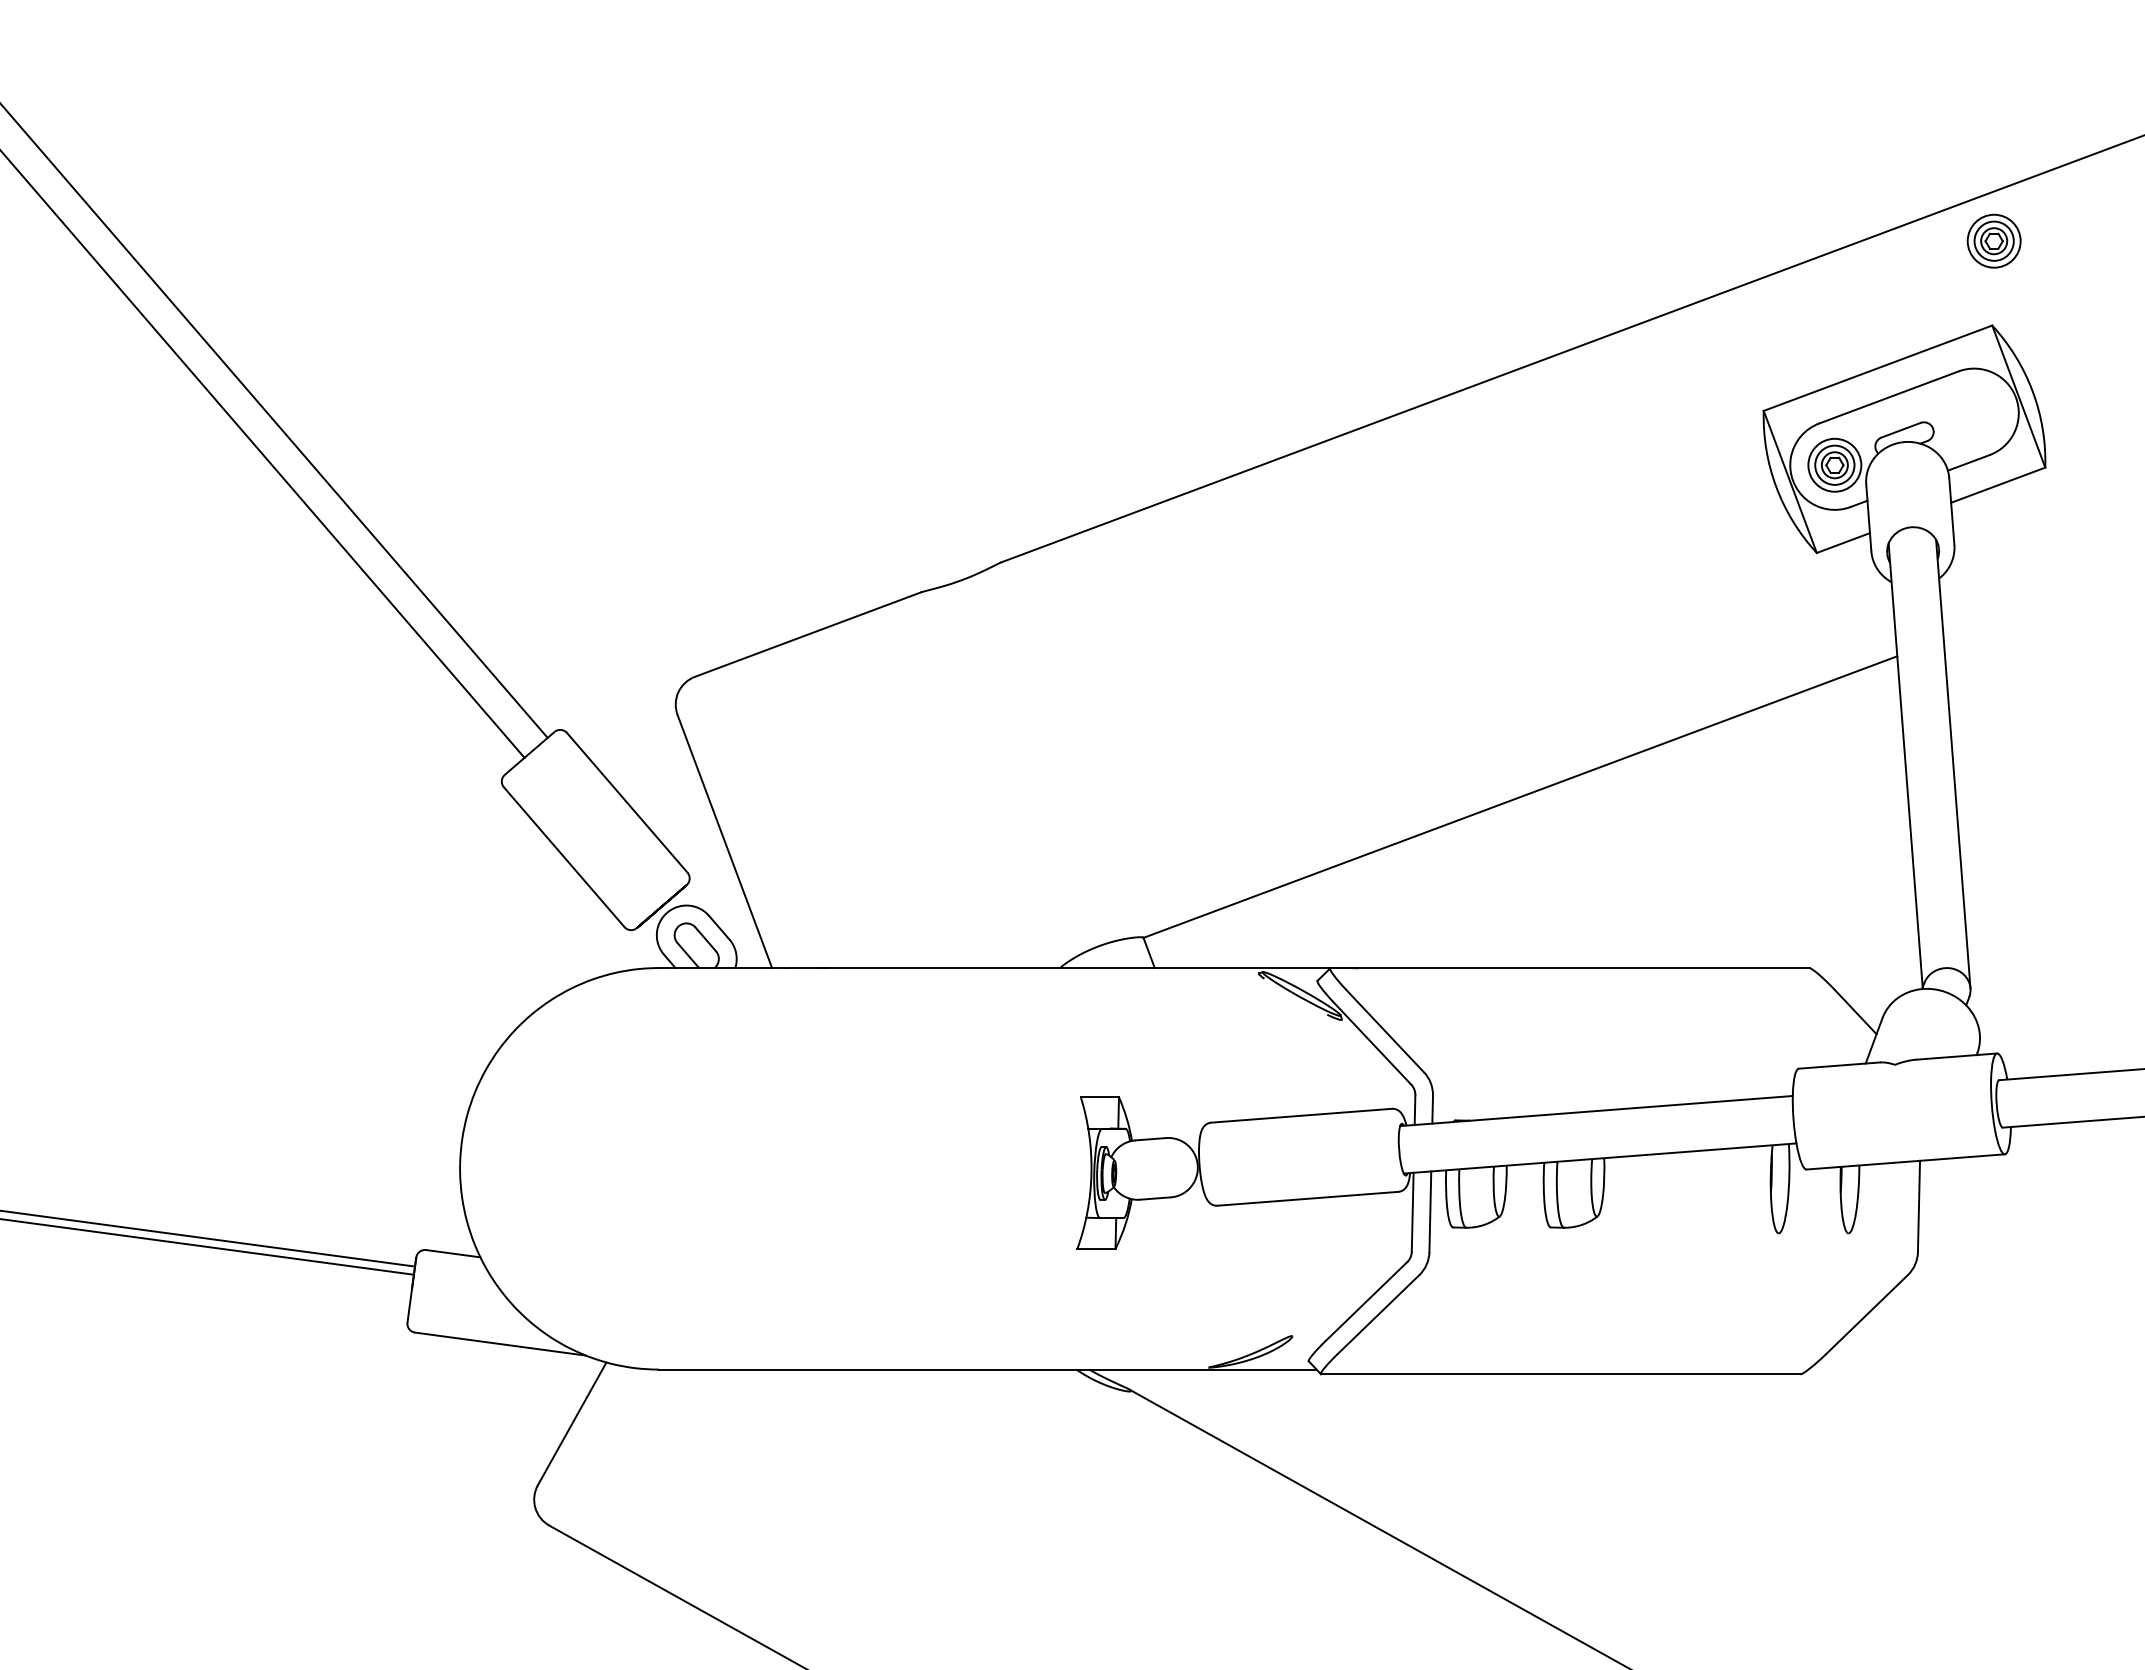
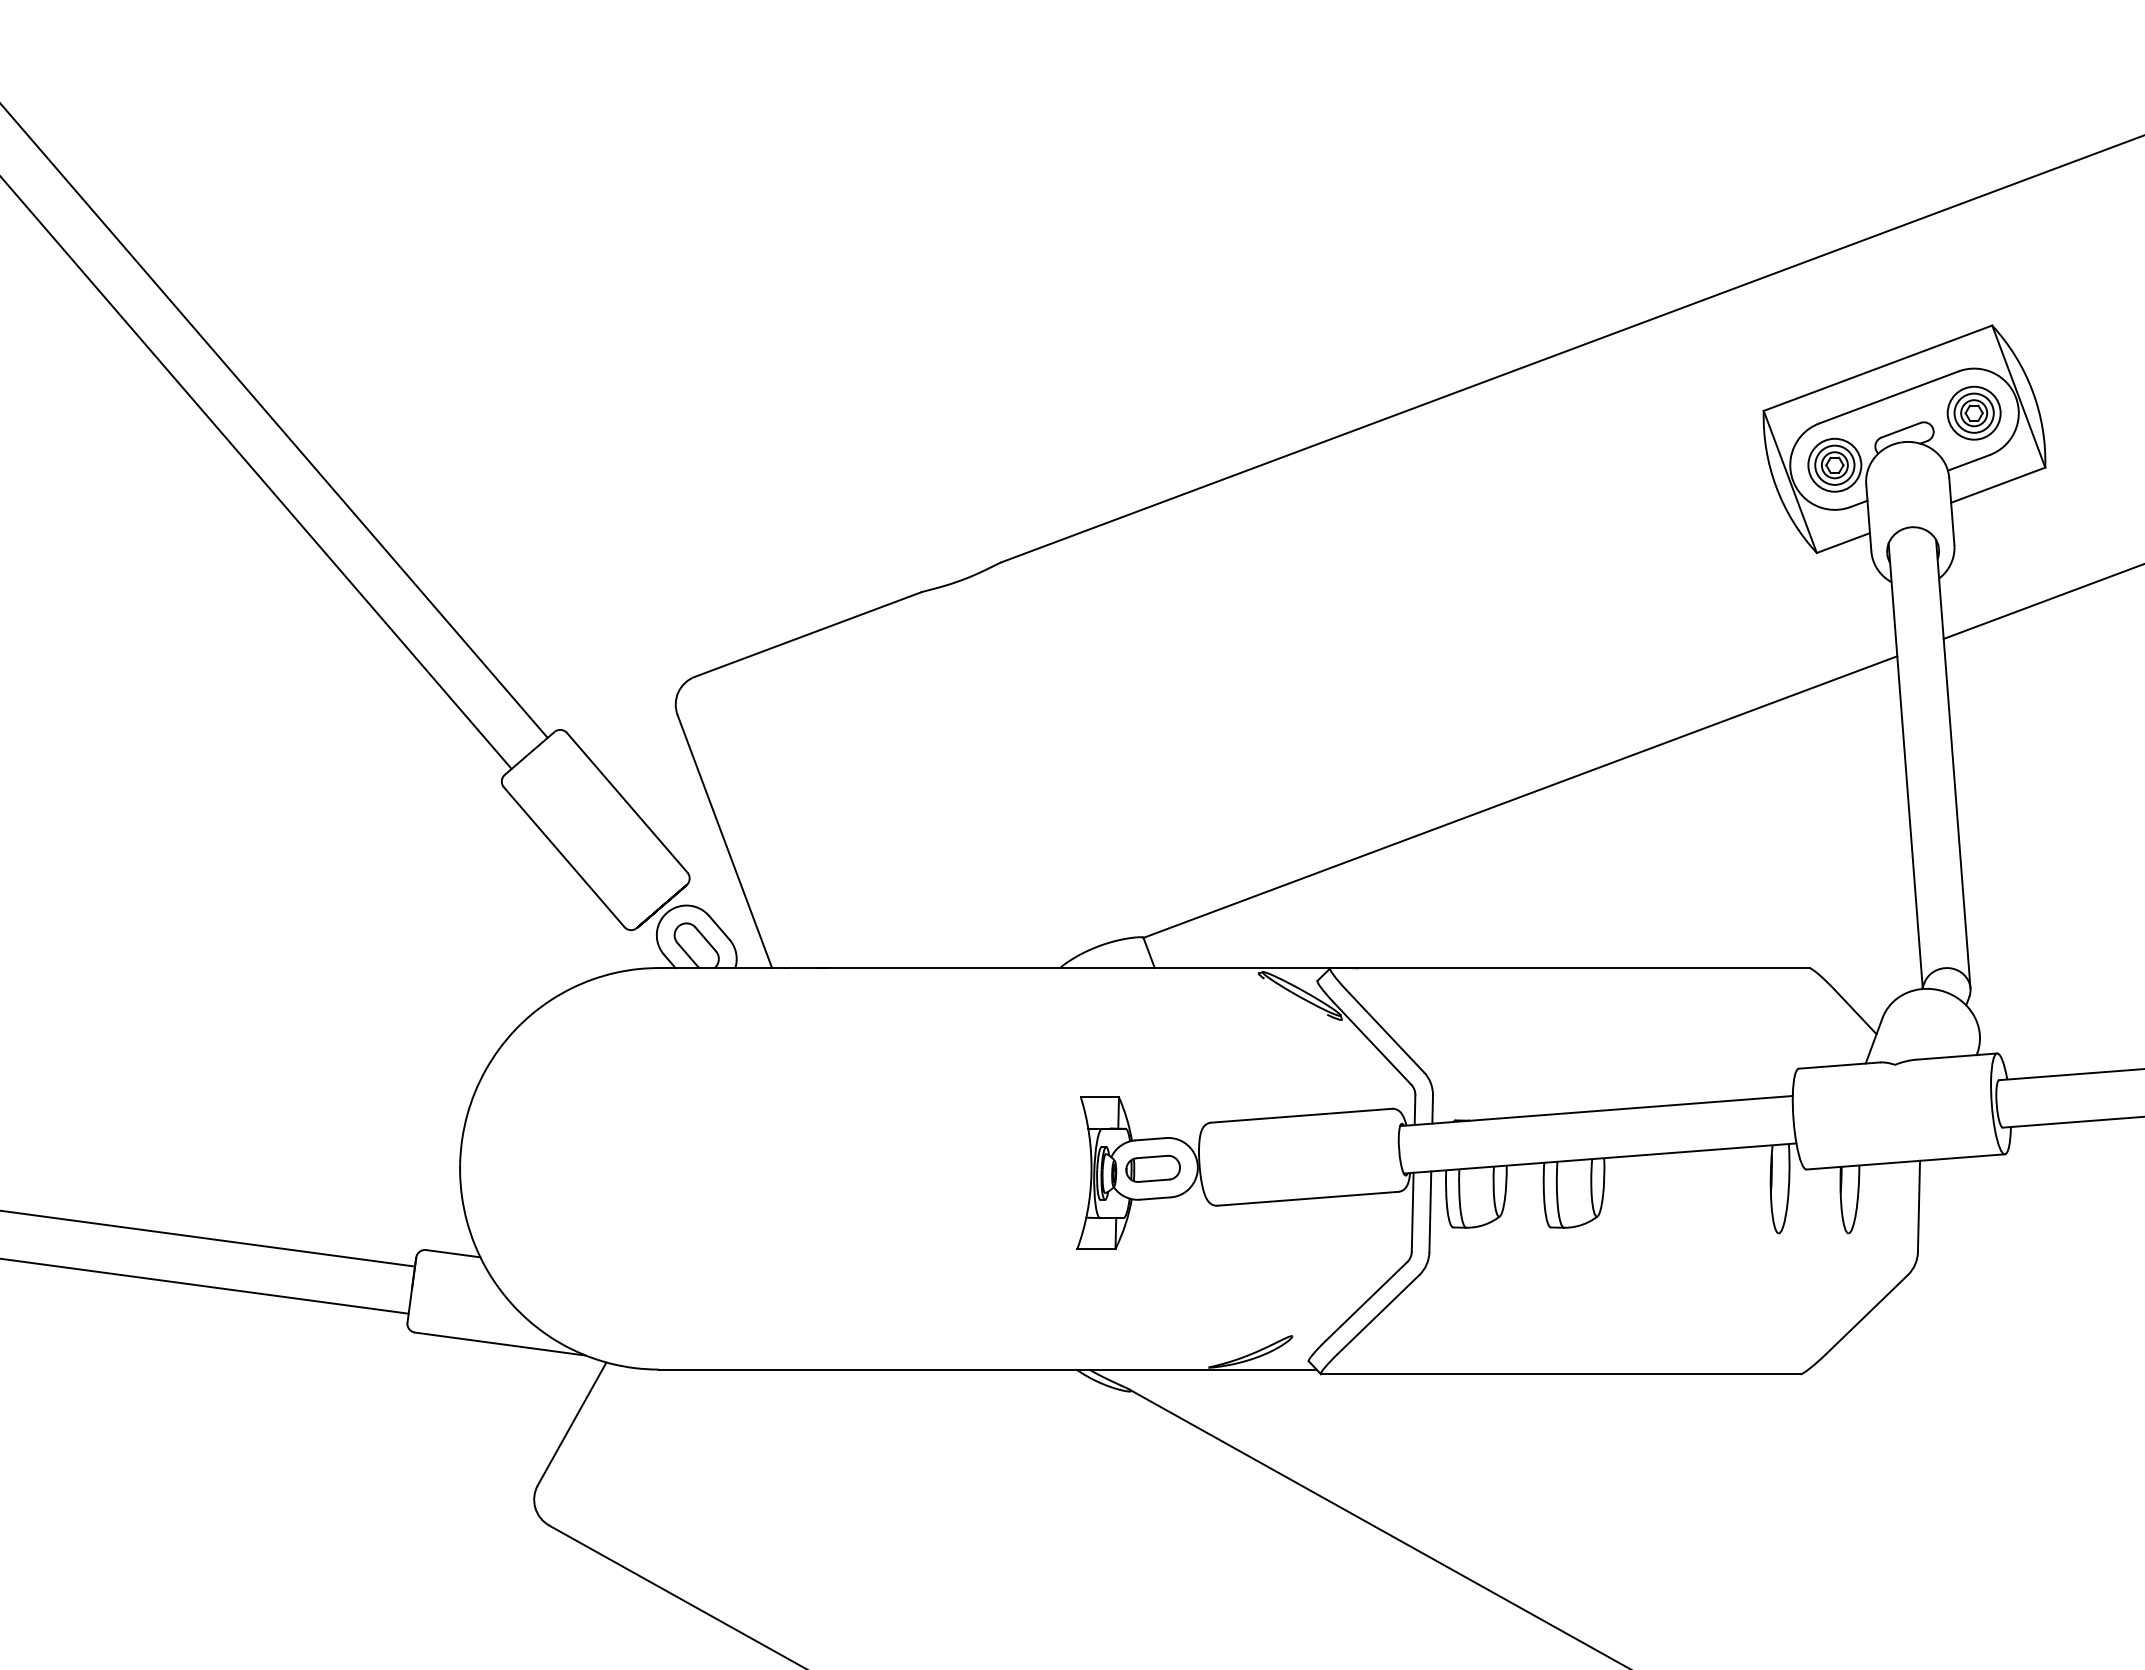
part at (1993, 240) position: (1993, 240) -> (1973, 412)
line at (263, 454) position: (263, 454) -> (256, 473)
line at (2042, 601): none -> present
part at (1152, 1168): none -> present
line at (207, 1246) position: (207, 1246) -> (205, 1286)
